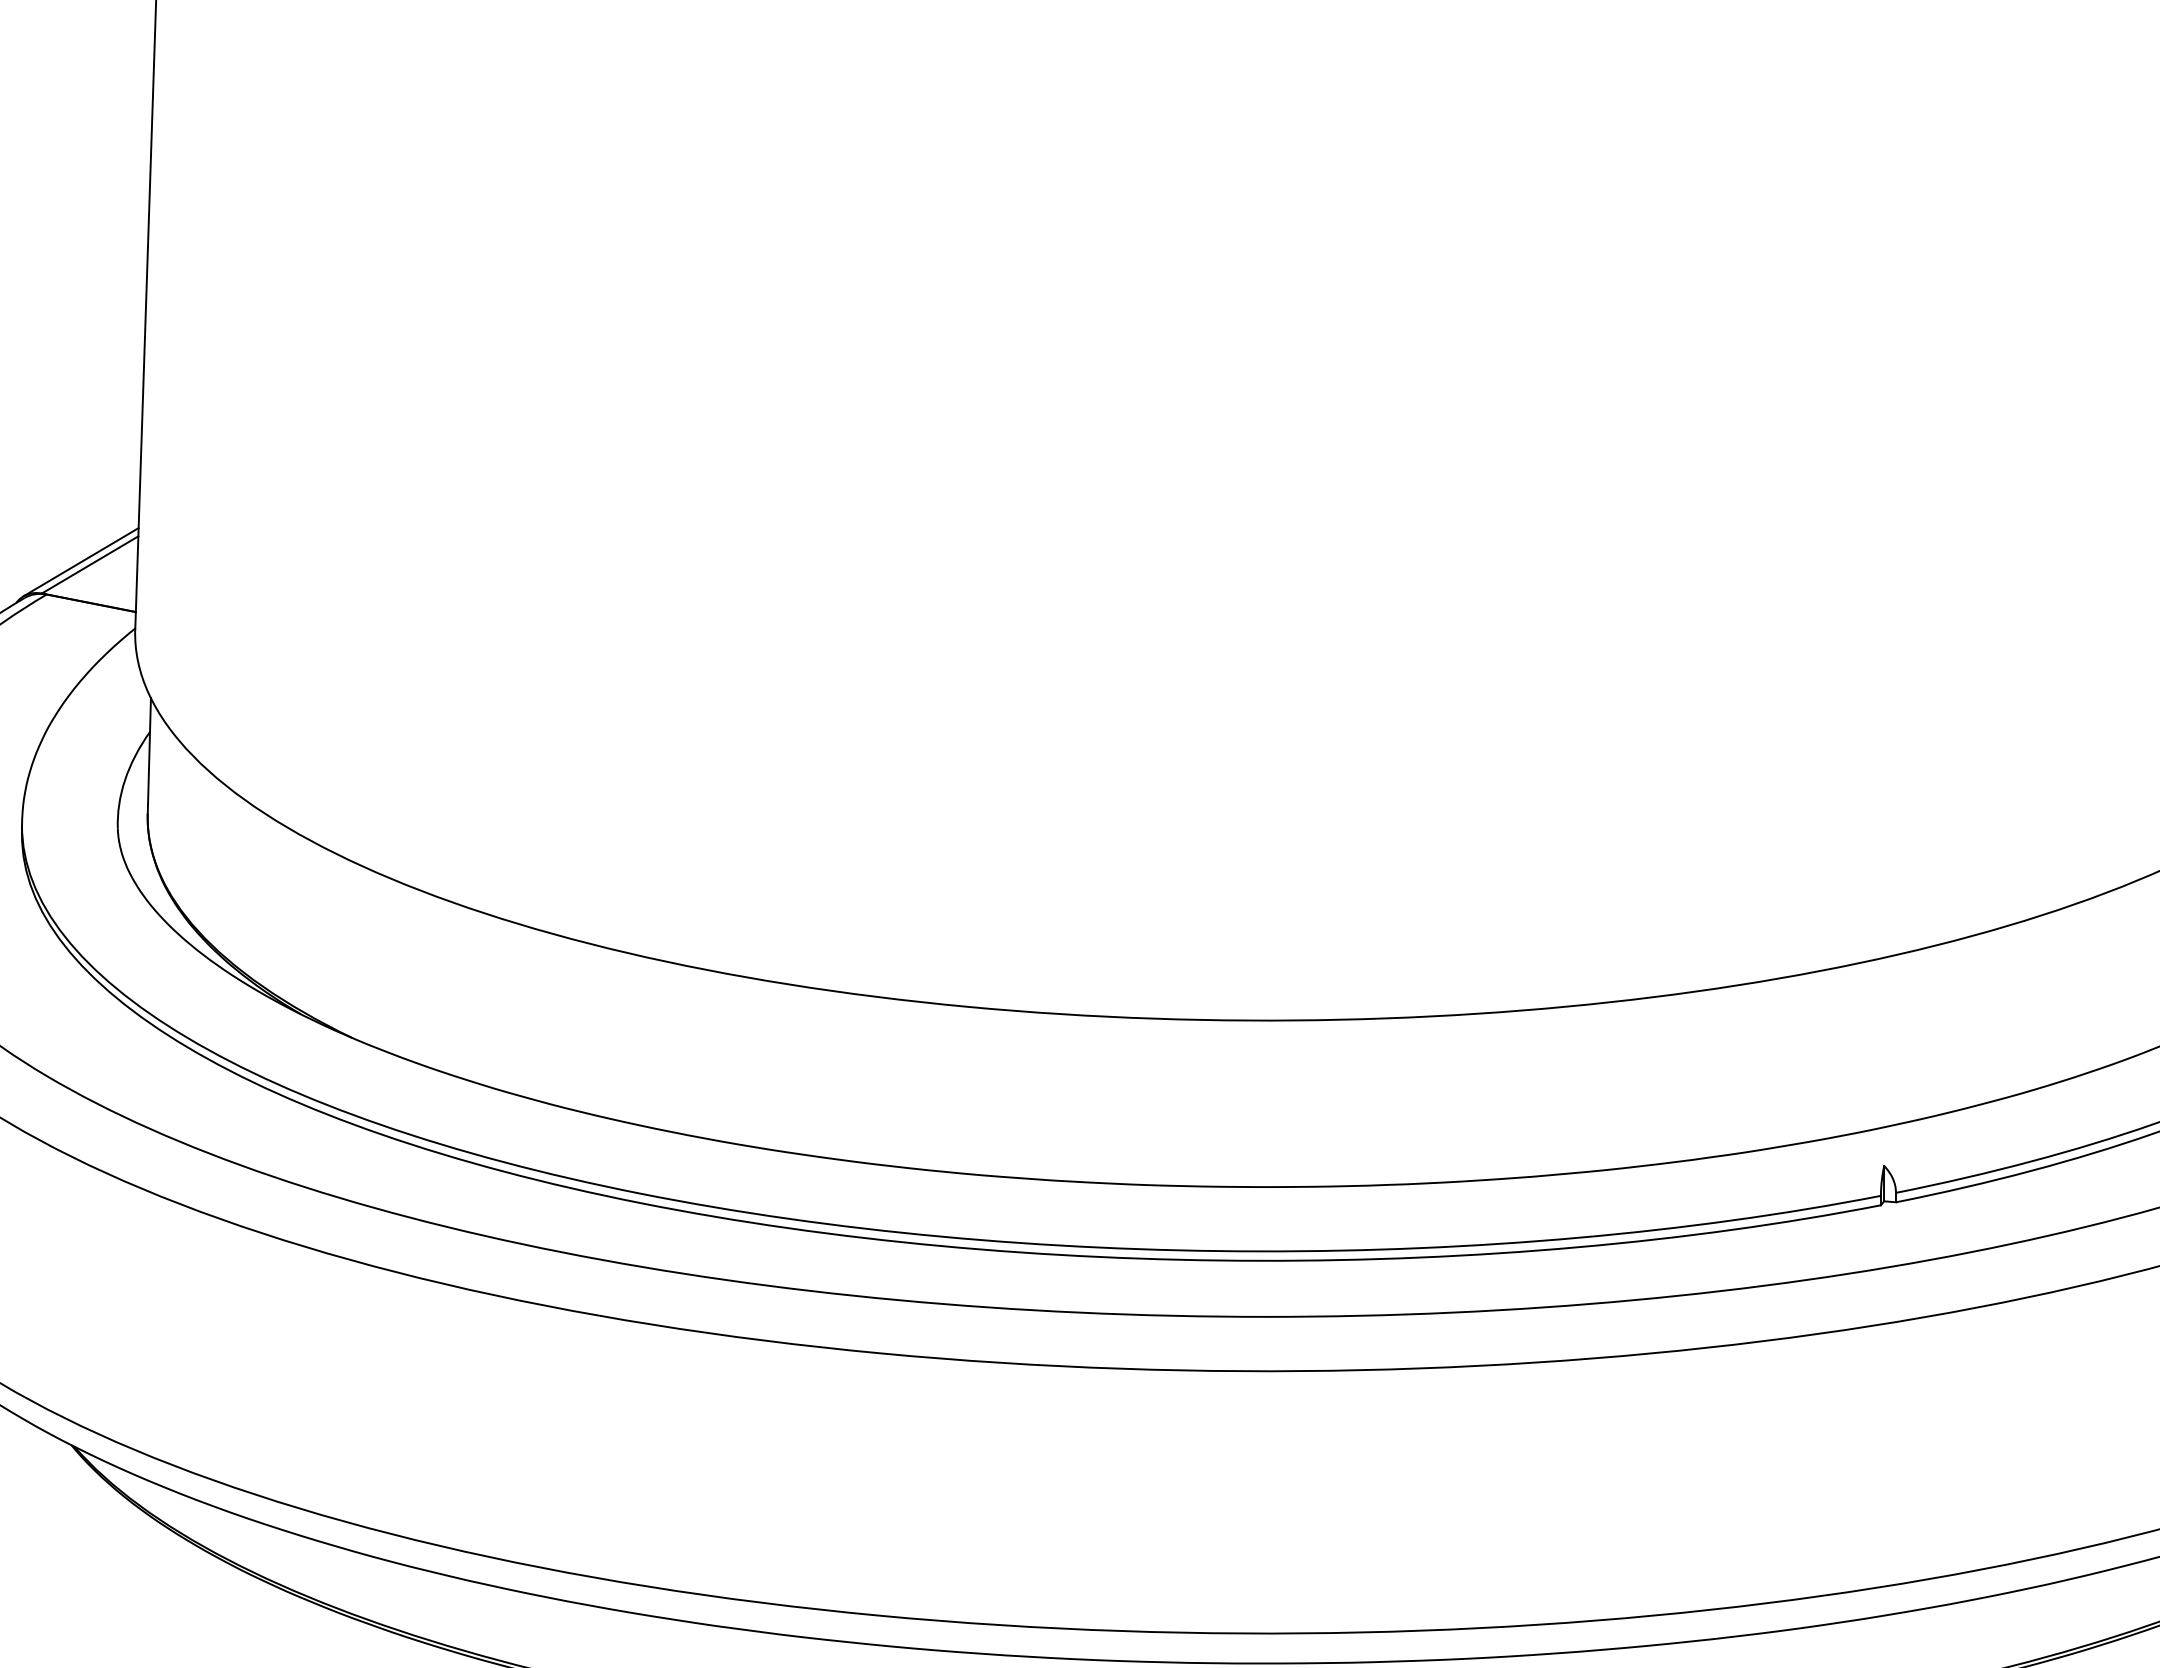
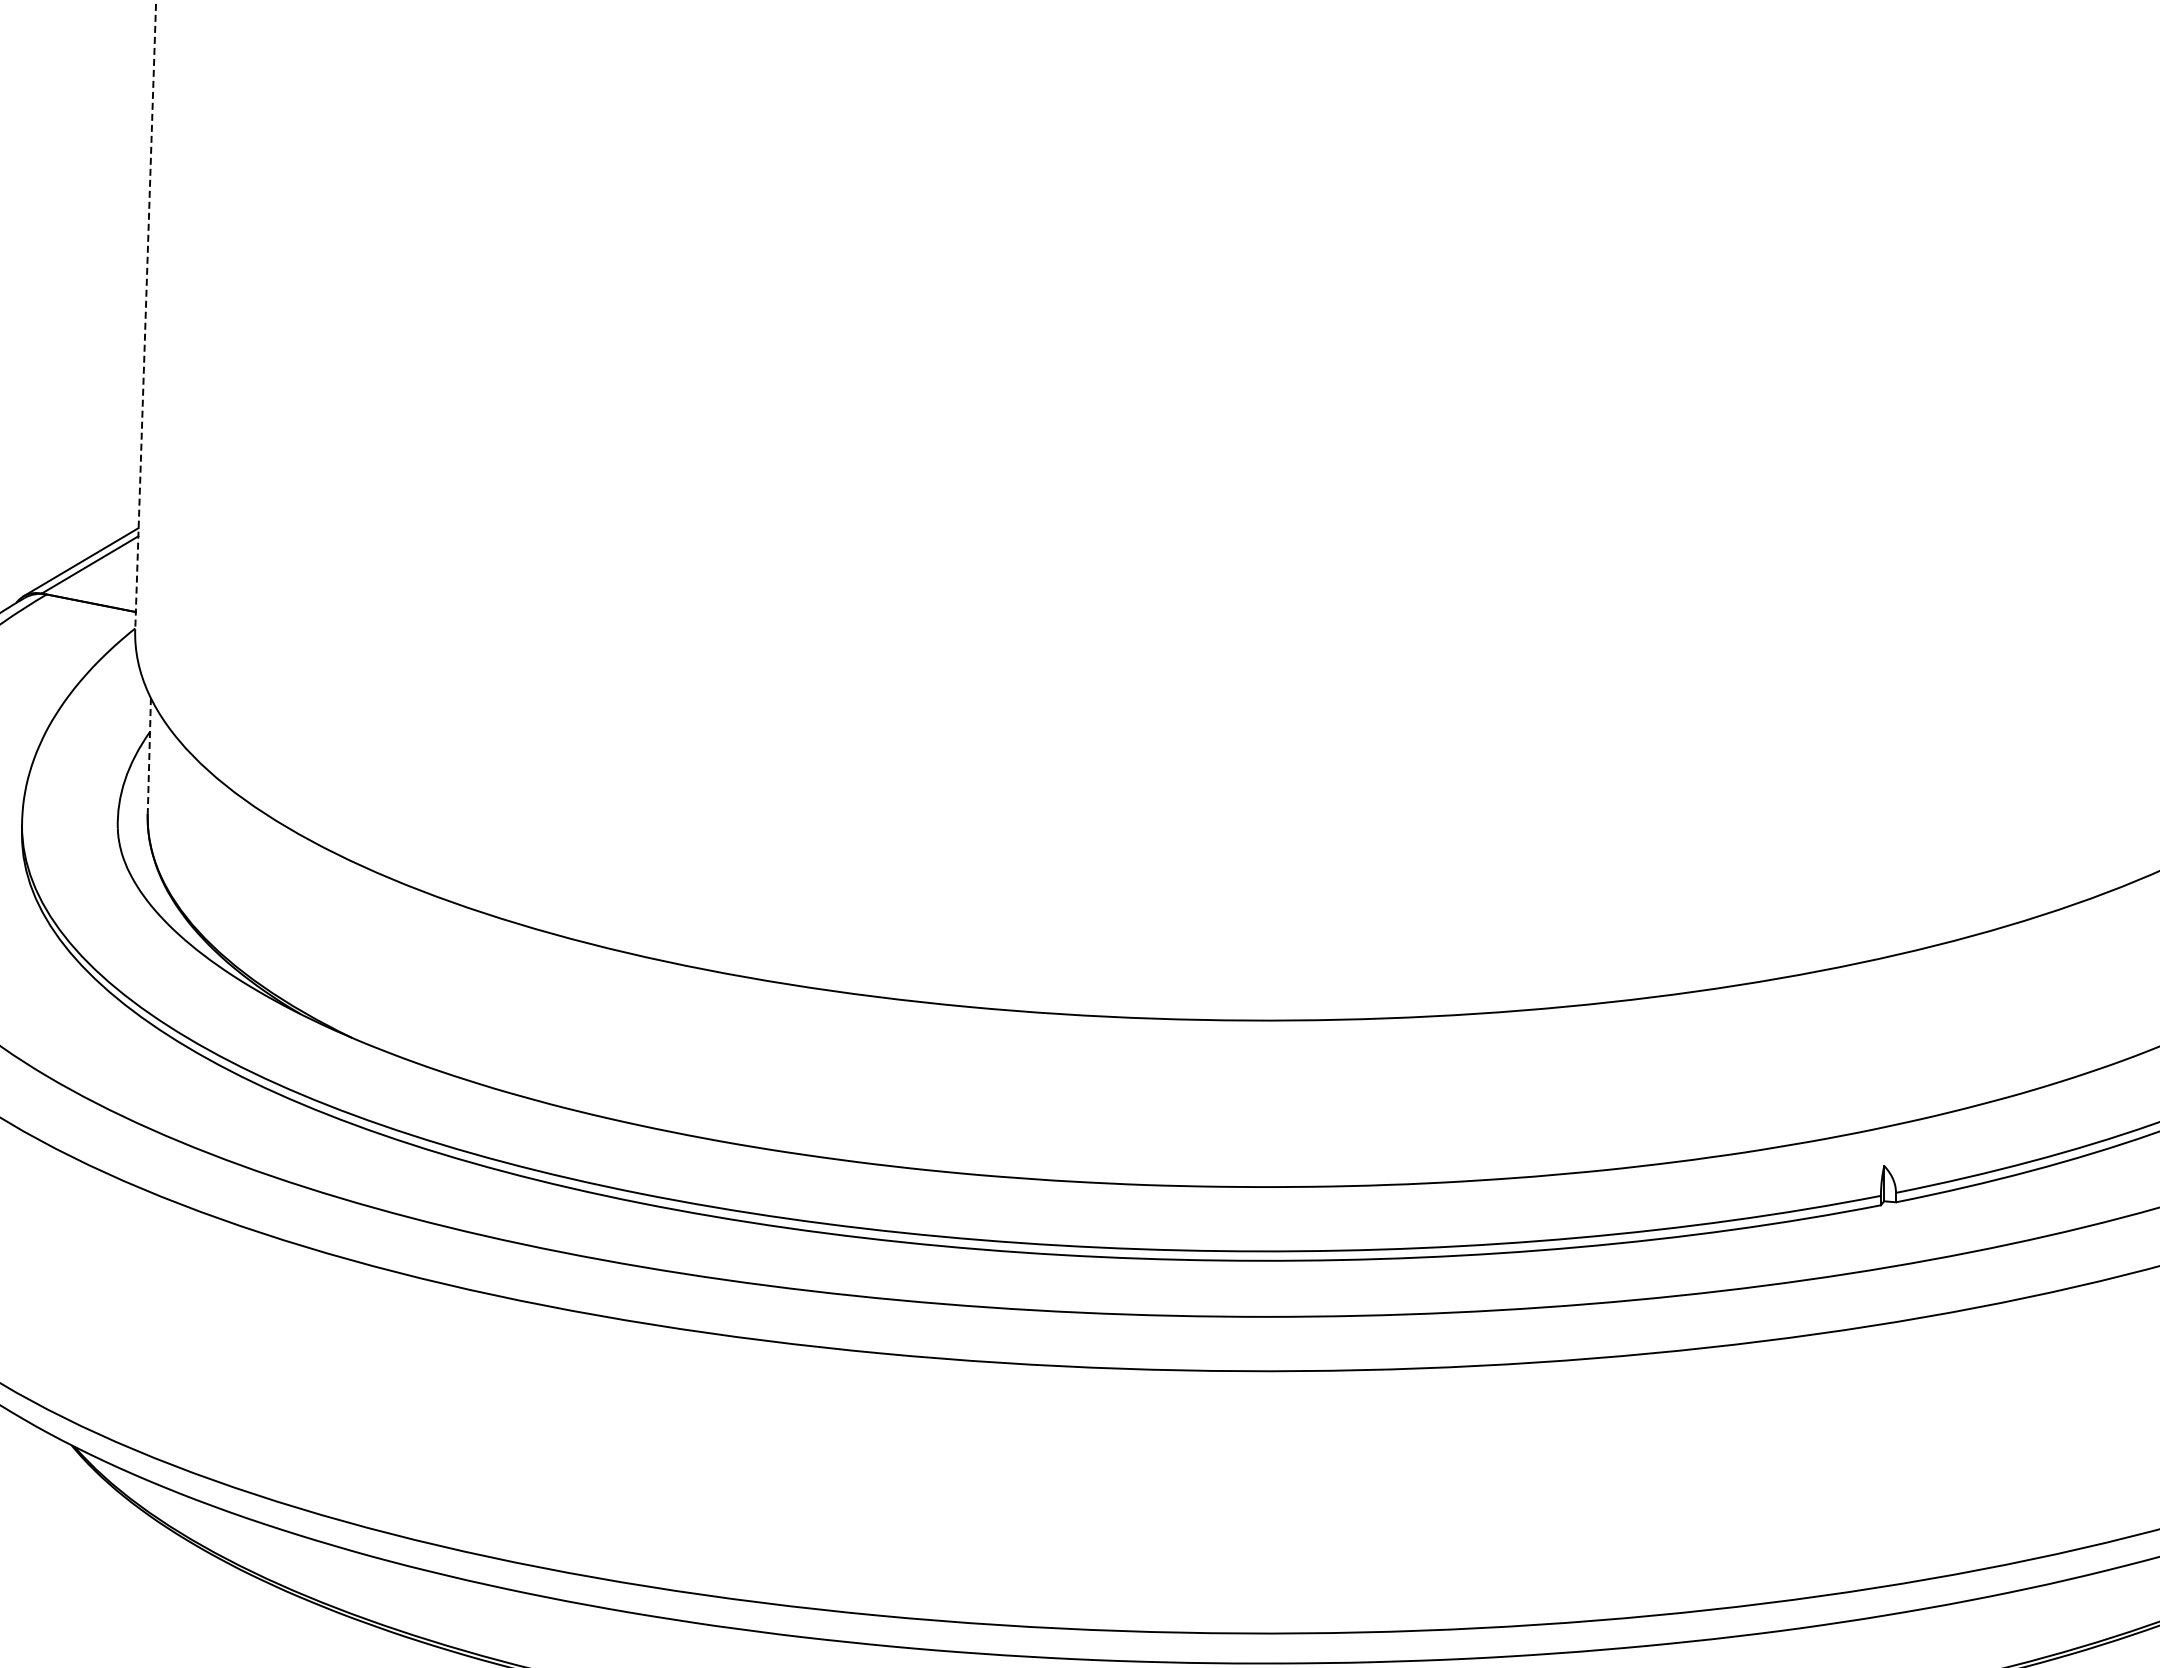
line at (145, 315): solid -> dashed
line at (149, 755): solid -> dashed
